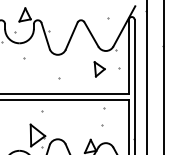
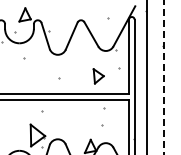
part at (99, 69) position: (99, 69) -> (98, 76)
line at (163, 77): solid -> dashed
